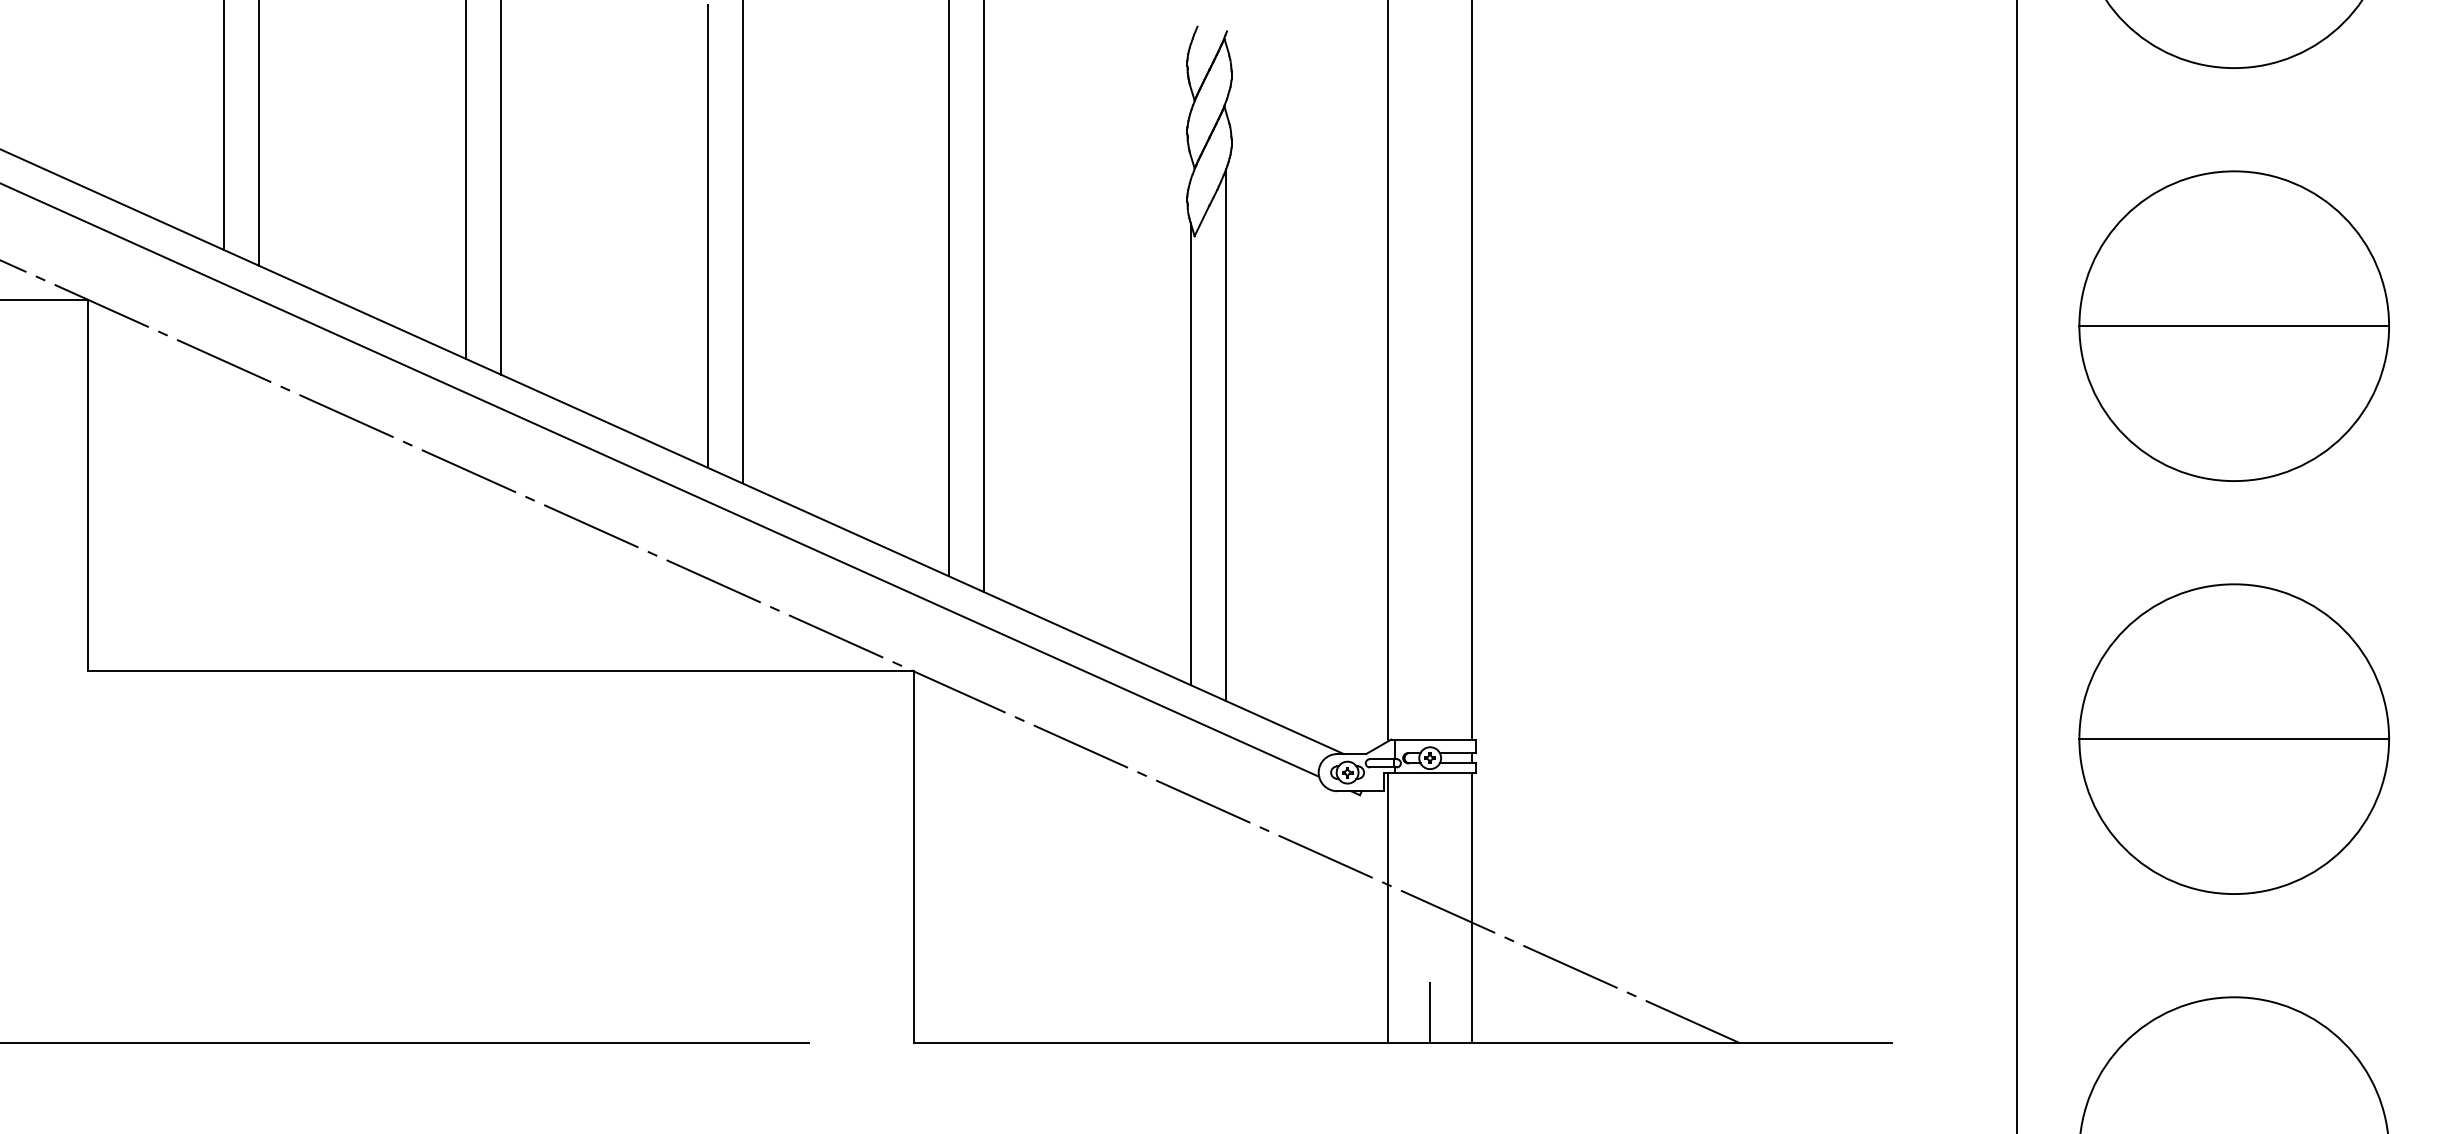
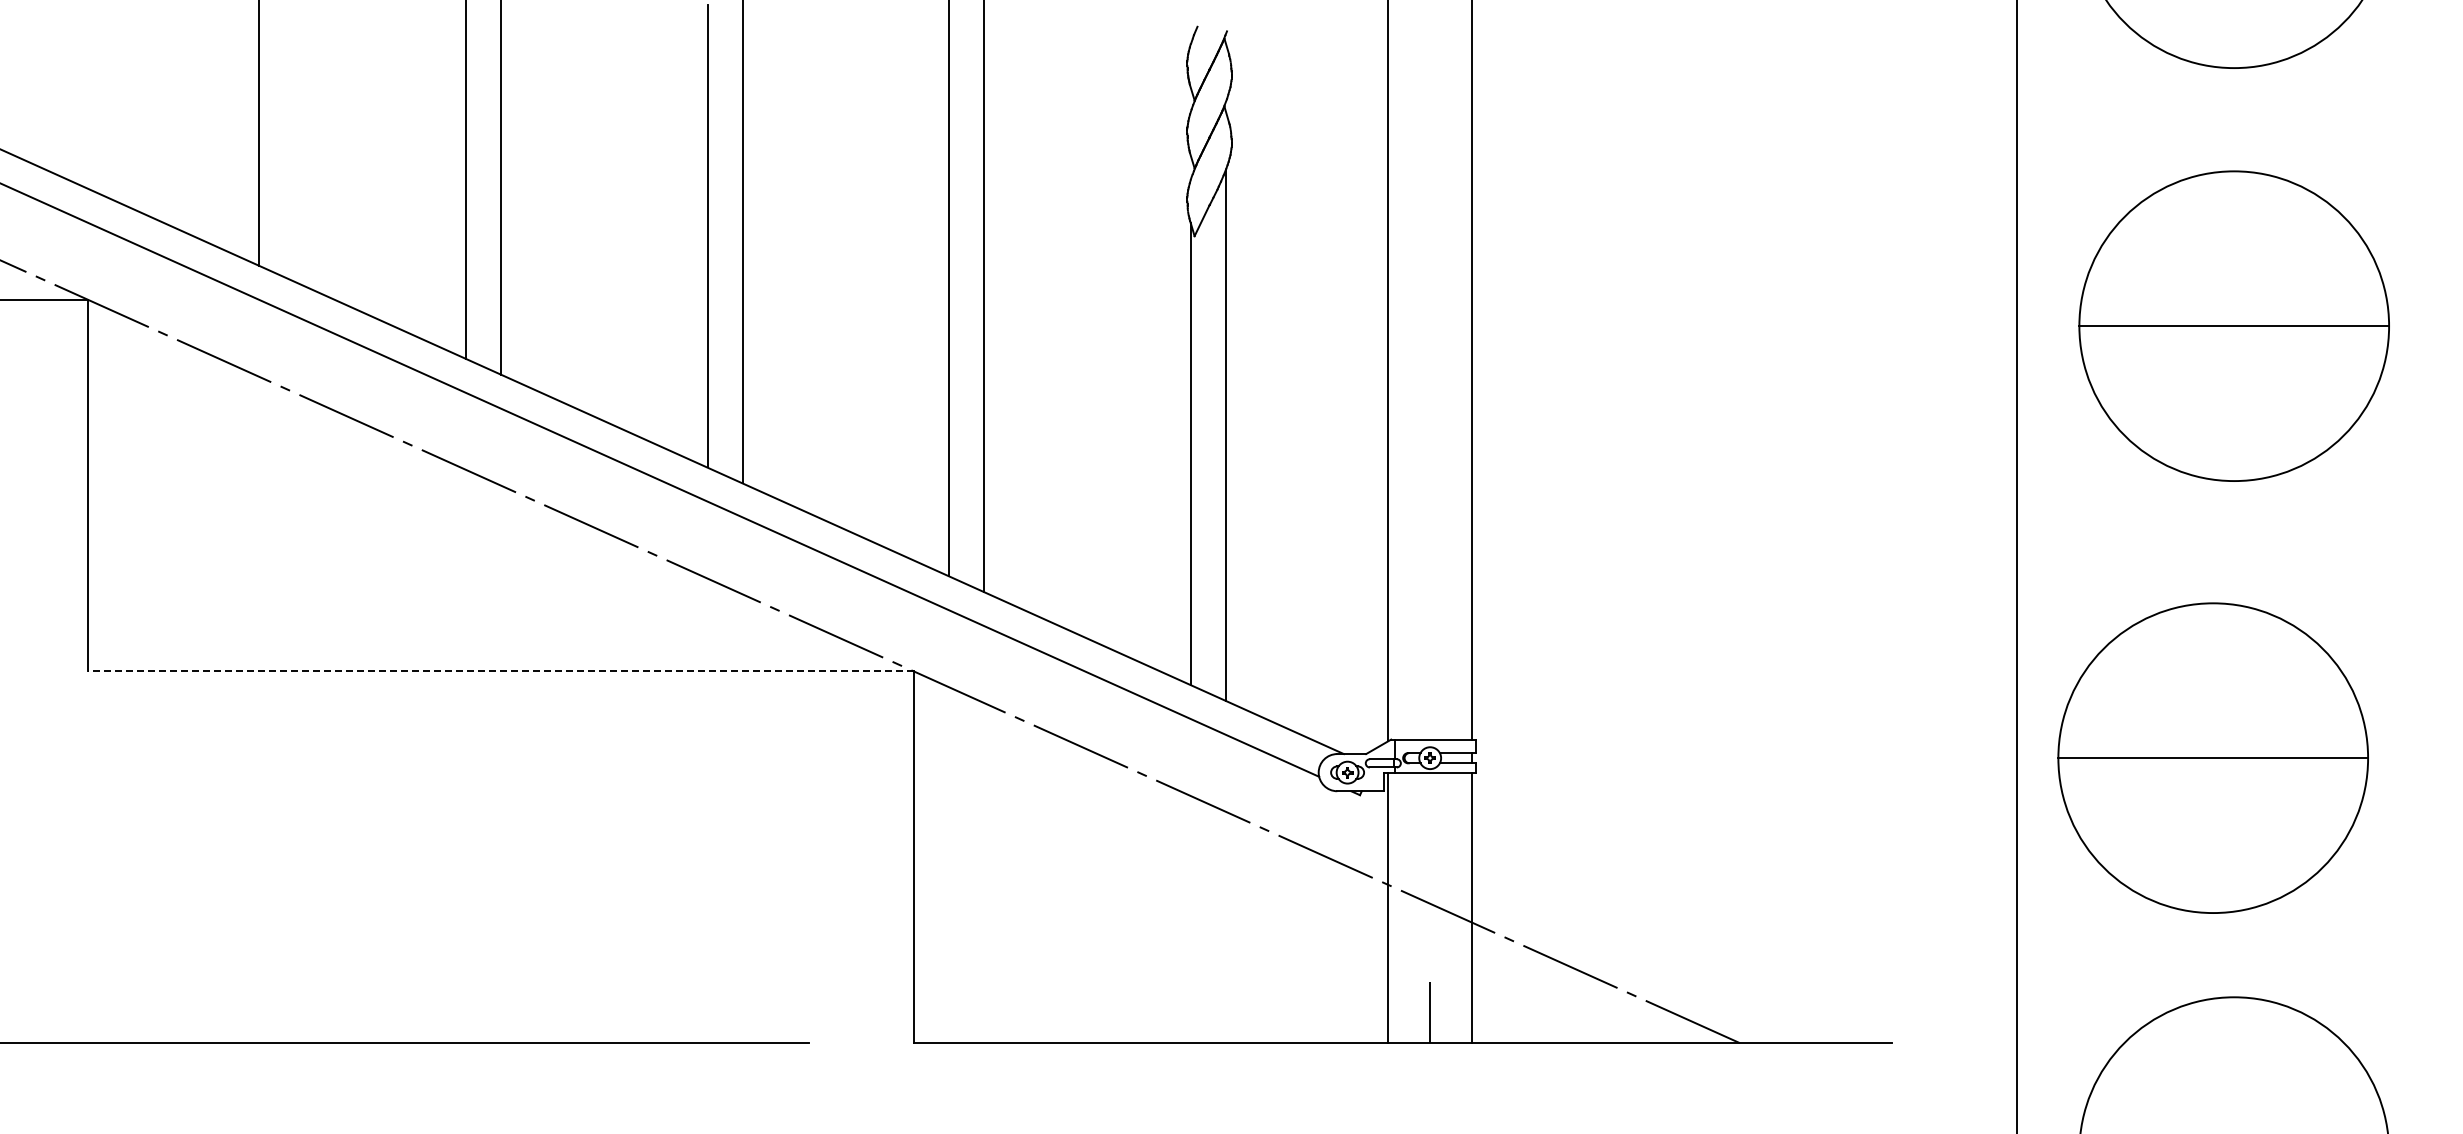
line at (224, 126): present -> none
line at (501, 671): solid -> dashed
part at (2233, 738) position: (2233, 738) -> (2212, 757)
